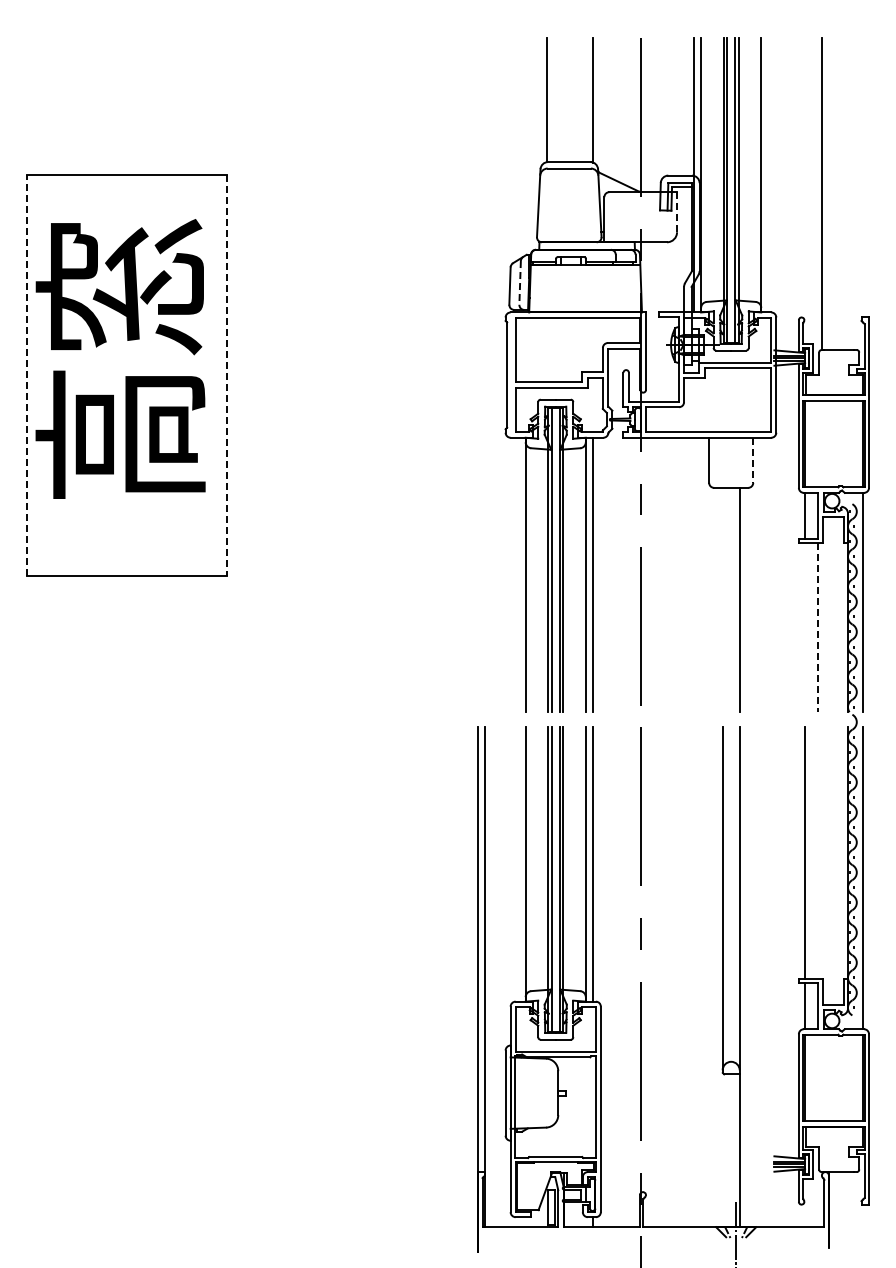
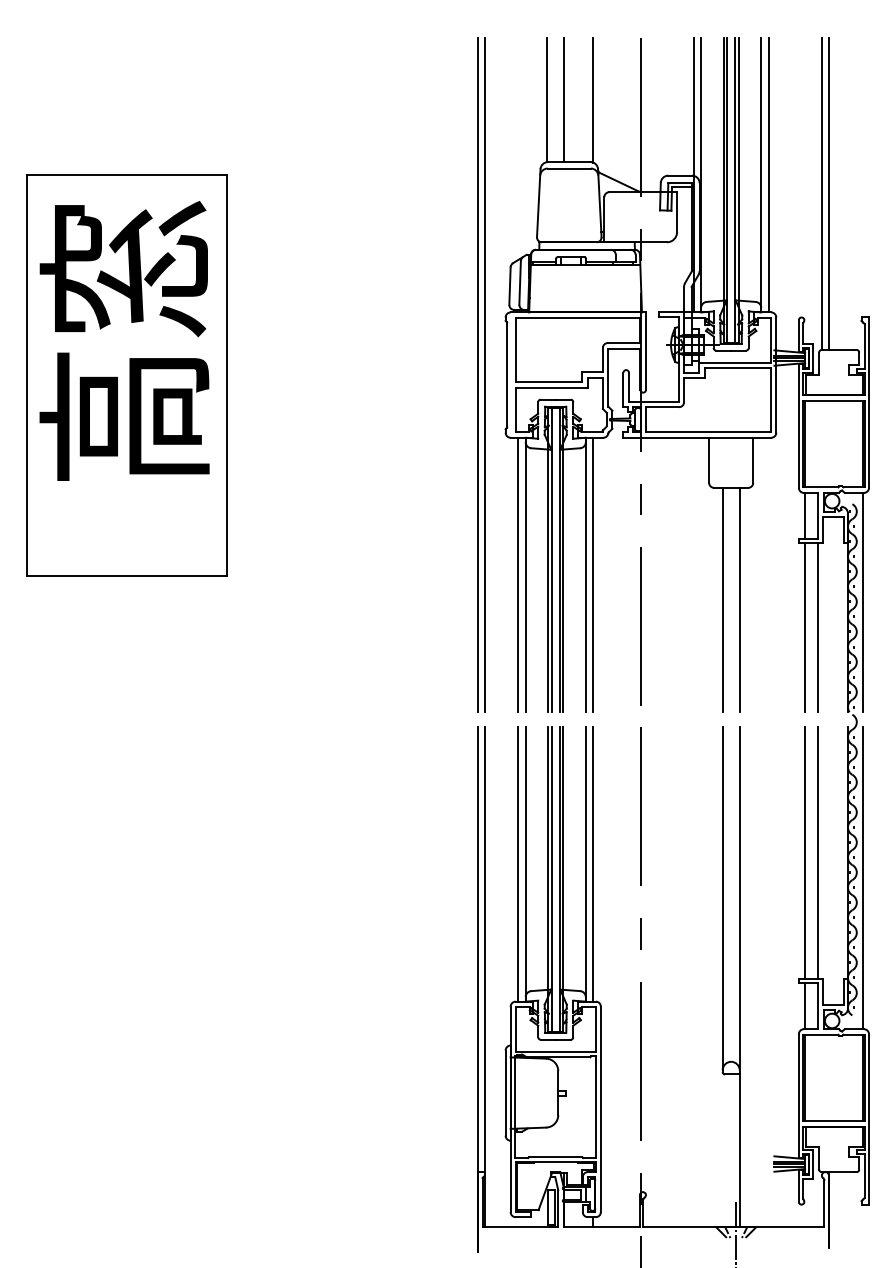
line at (564, 100): none -> present
line at (768, 175): none -> present
line at (828, 194): none -> present
line at (677, 212): dashed -> solid
line at (520, 282): dashed -> solid
text at (120, 358) position: (120, 358) -> (124, 340)
line at (26, 374): dashed -> solid
line at (227, 375): dashed -> solid
line at (478, 375): none -> present
line at (484, 375): none -> present
line at (753, 460): dashed -> solid
line at (518, 574): none -> present
line at (722, 599): none -> present
line at (805, 627): none -> present
line at (818, 627): dashed -> solid
line at (818, 853): none -> present
line at (518, 864): none -> present
